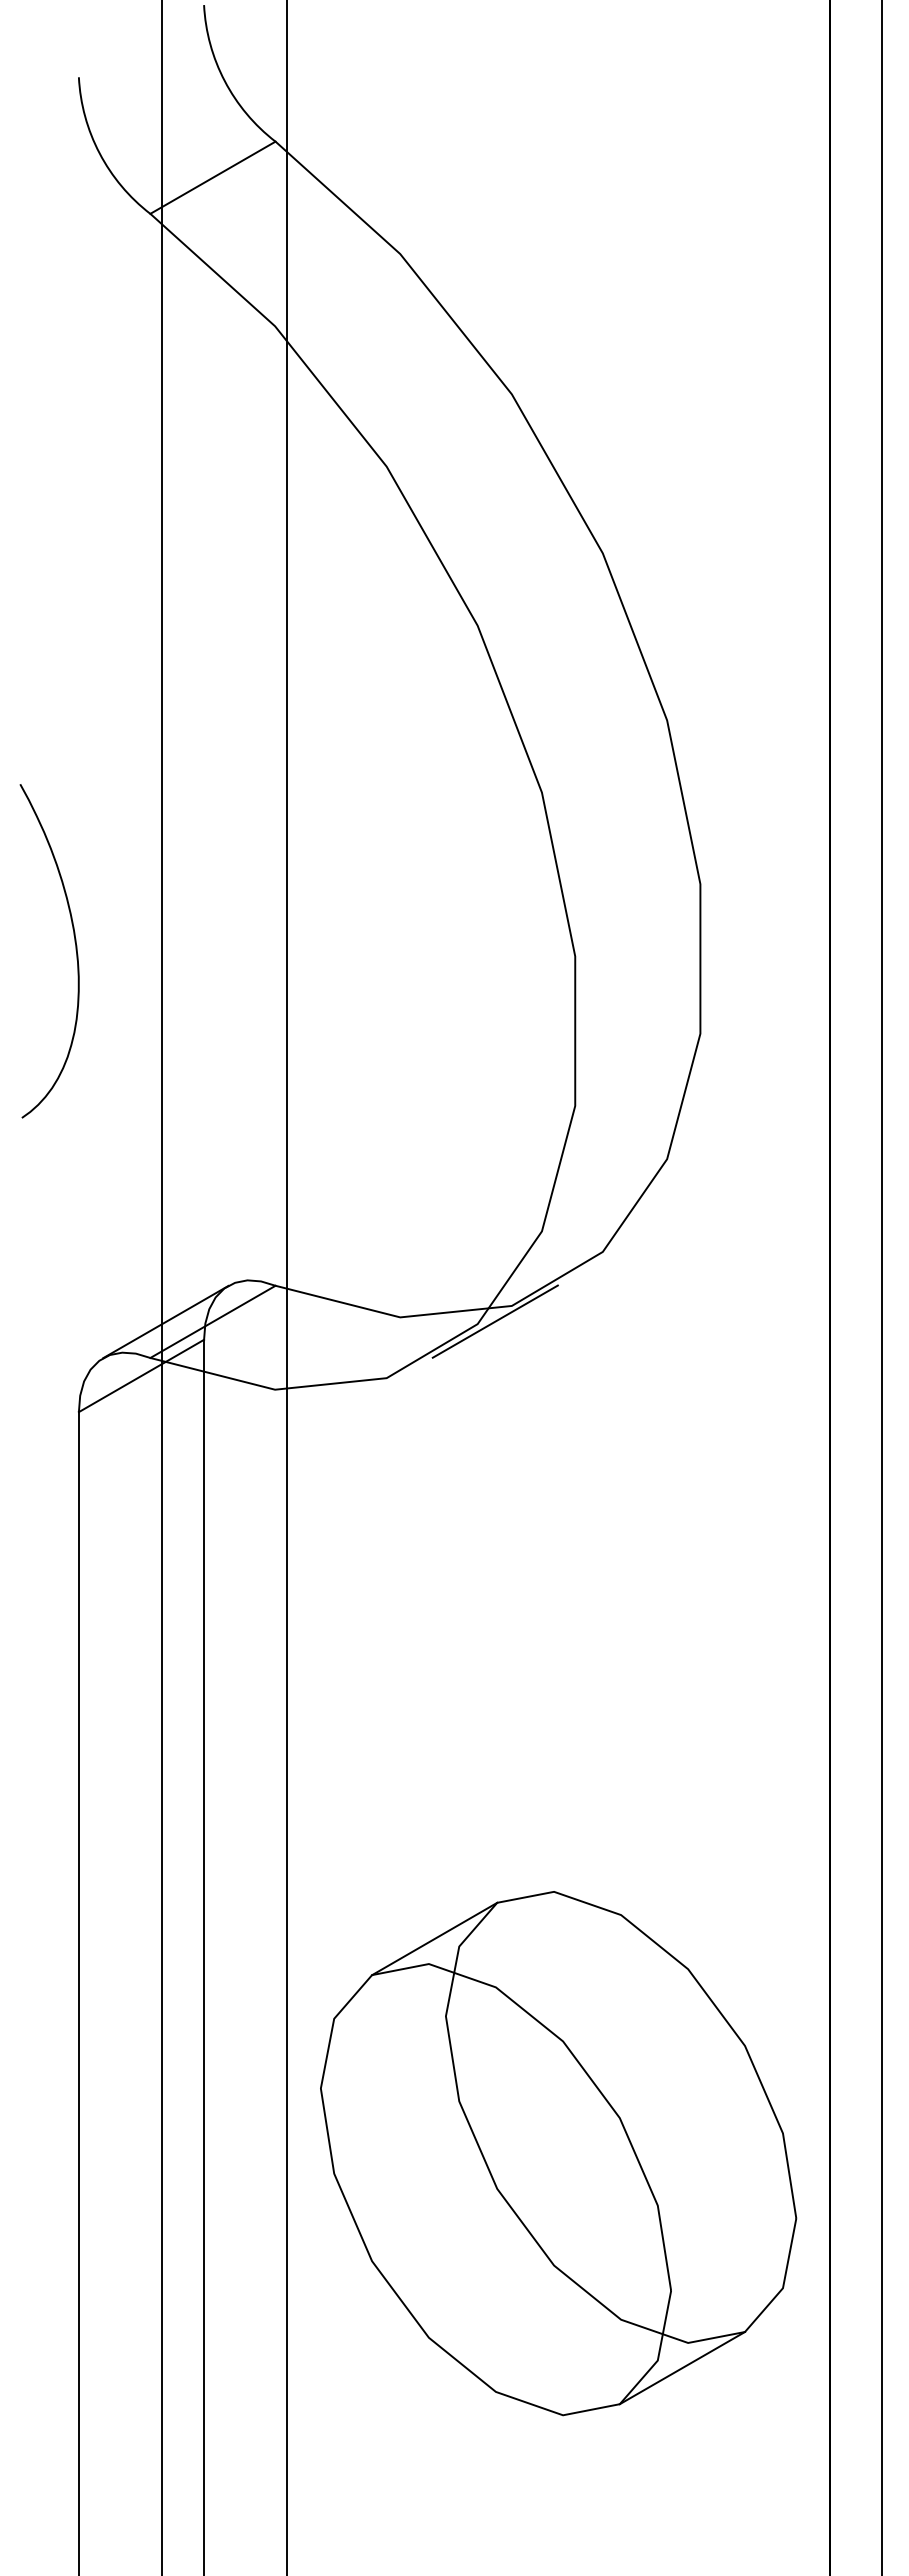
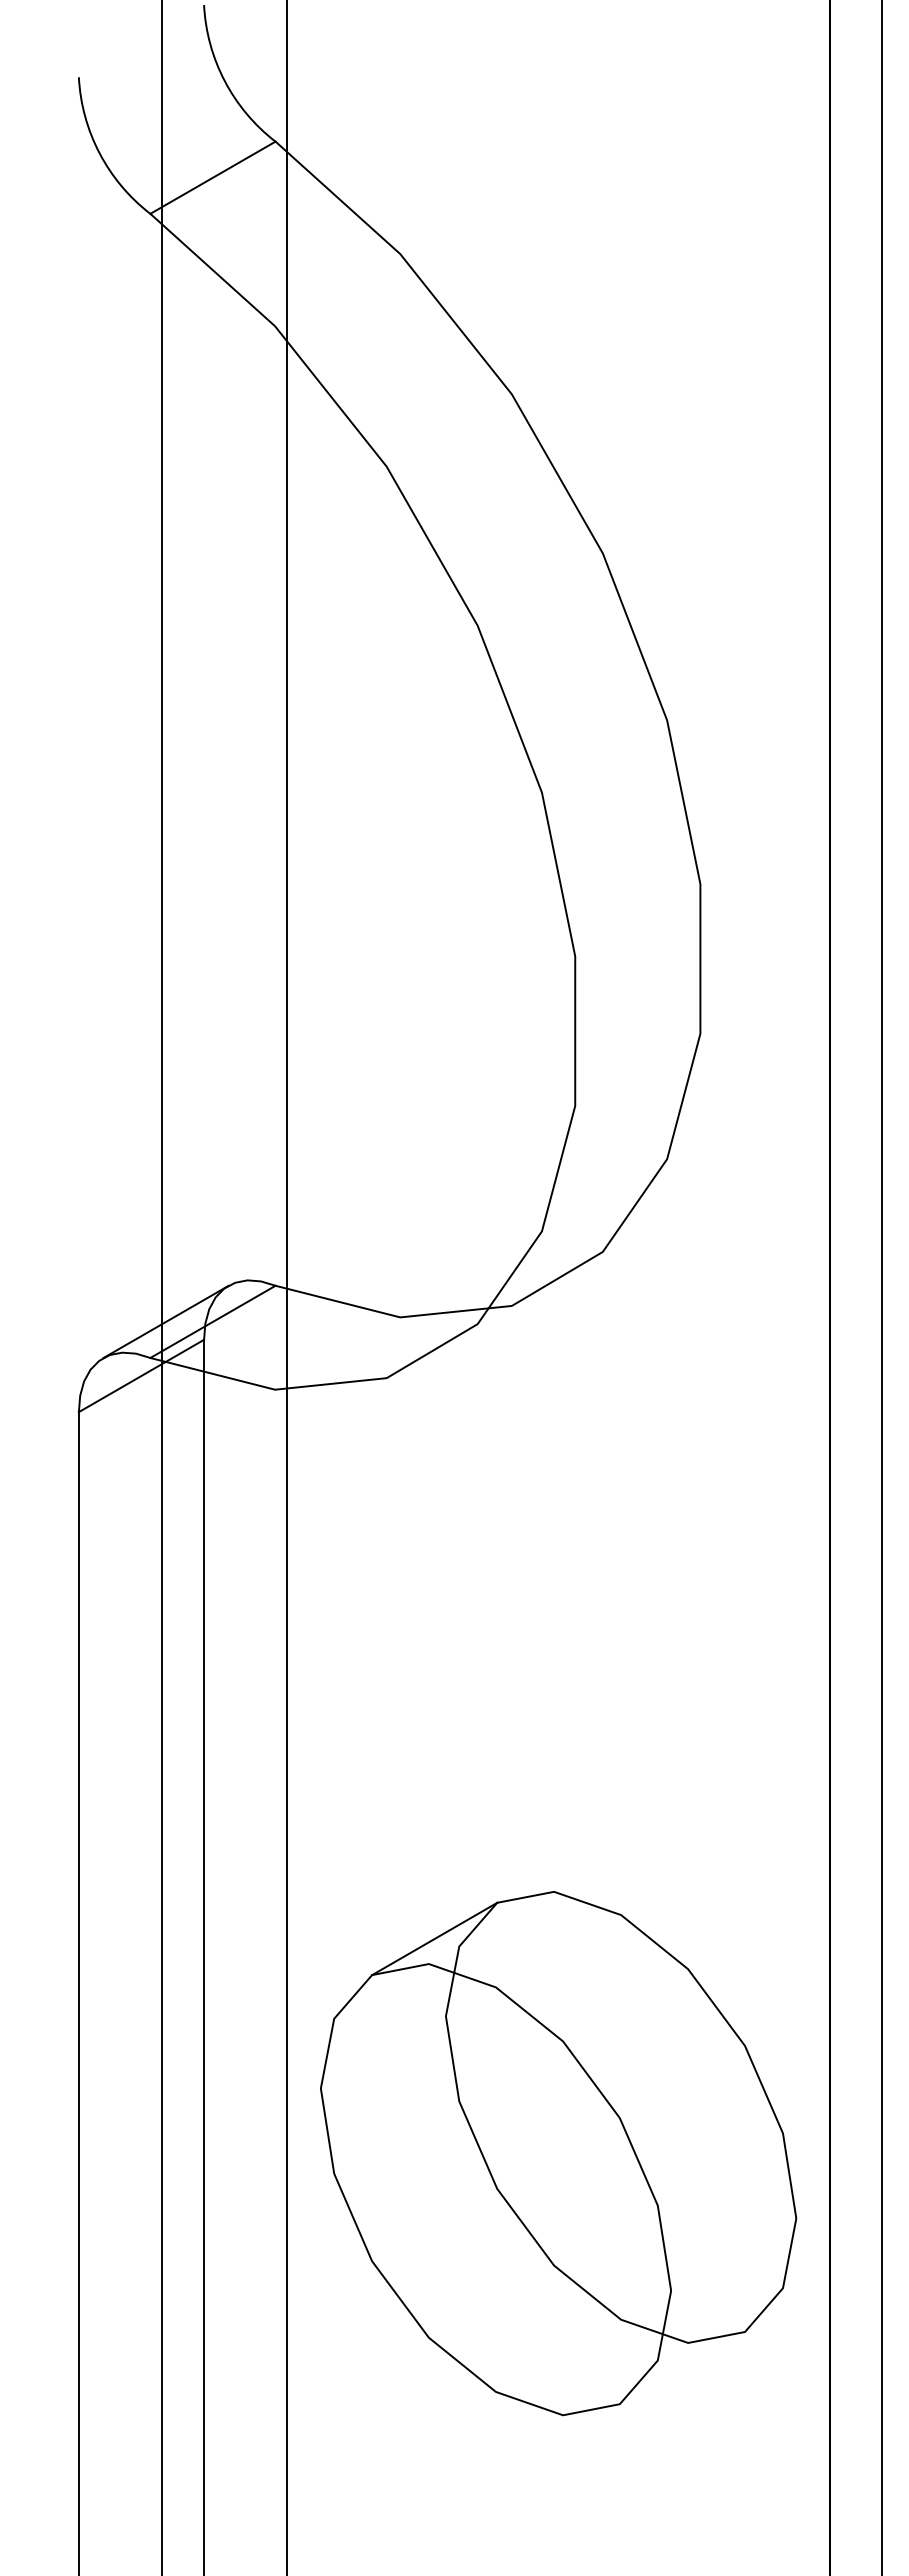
curve at (75, 950): present -> none
line at (494, 1321): present -> none
line at (682, 2368): present -> none
